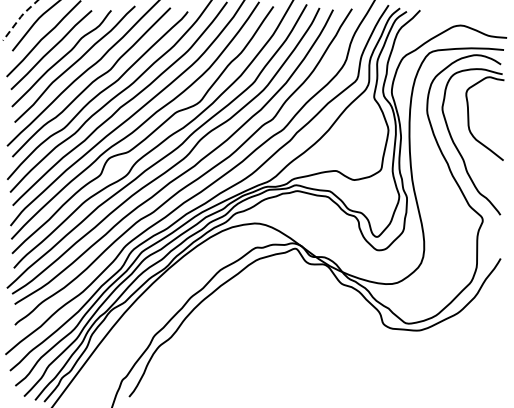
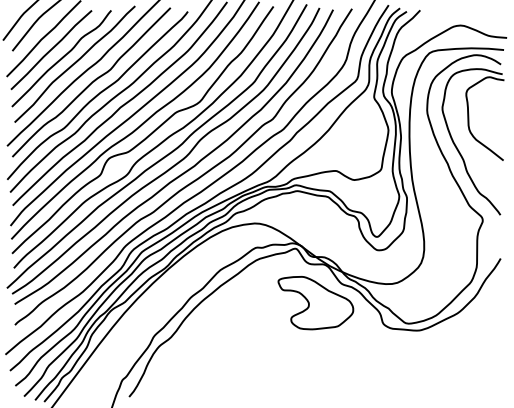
line at (19, 18): dashed -> solid
part at (315, 303): none -> present
